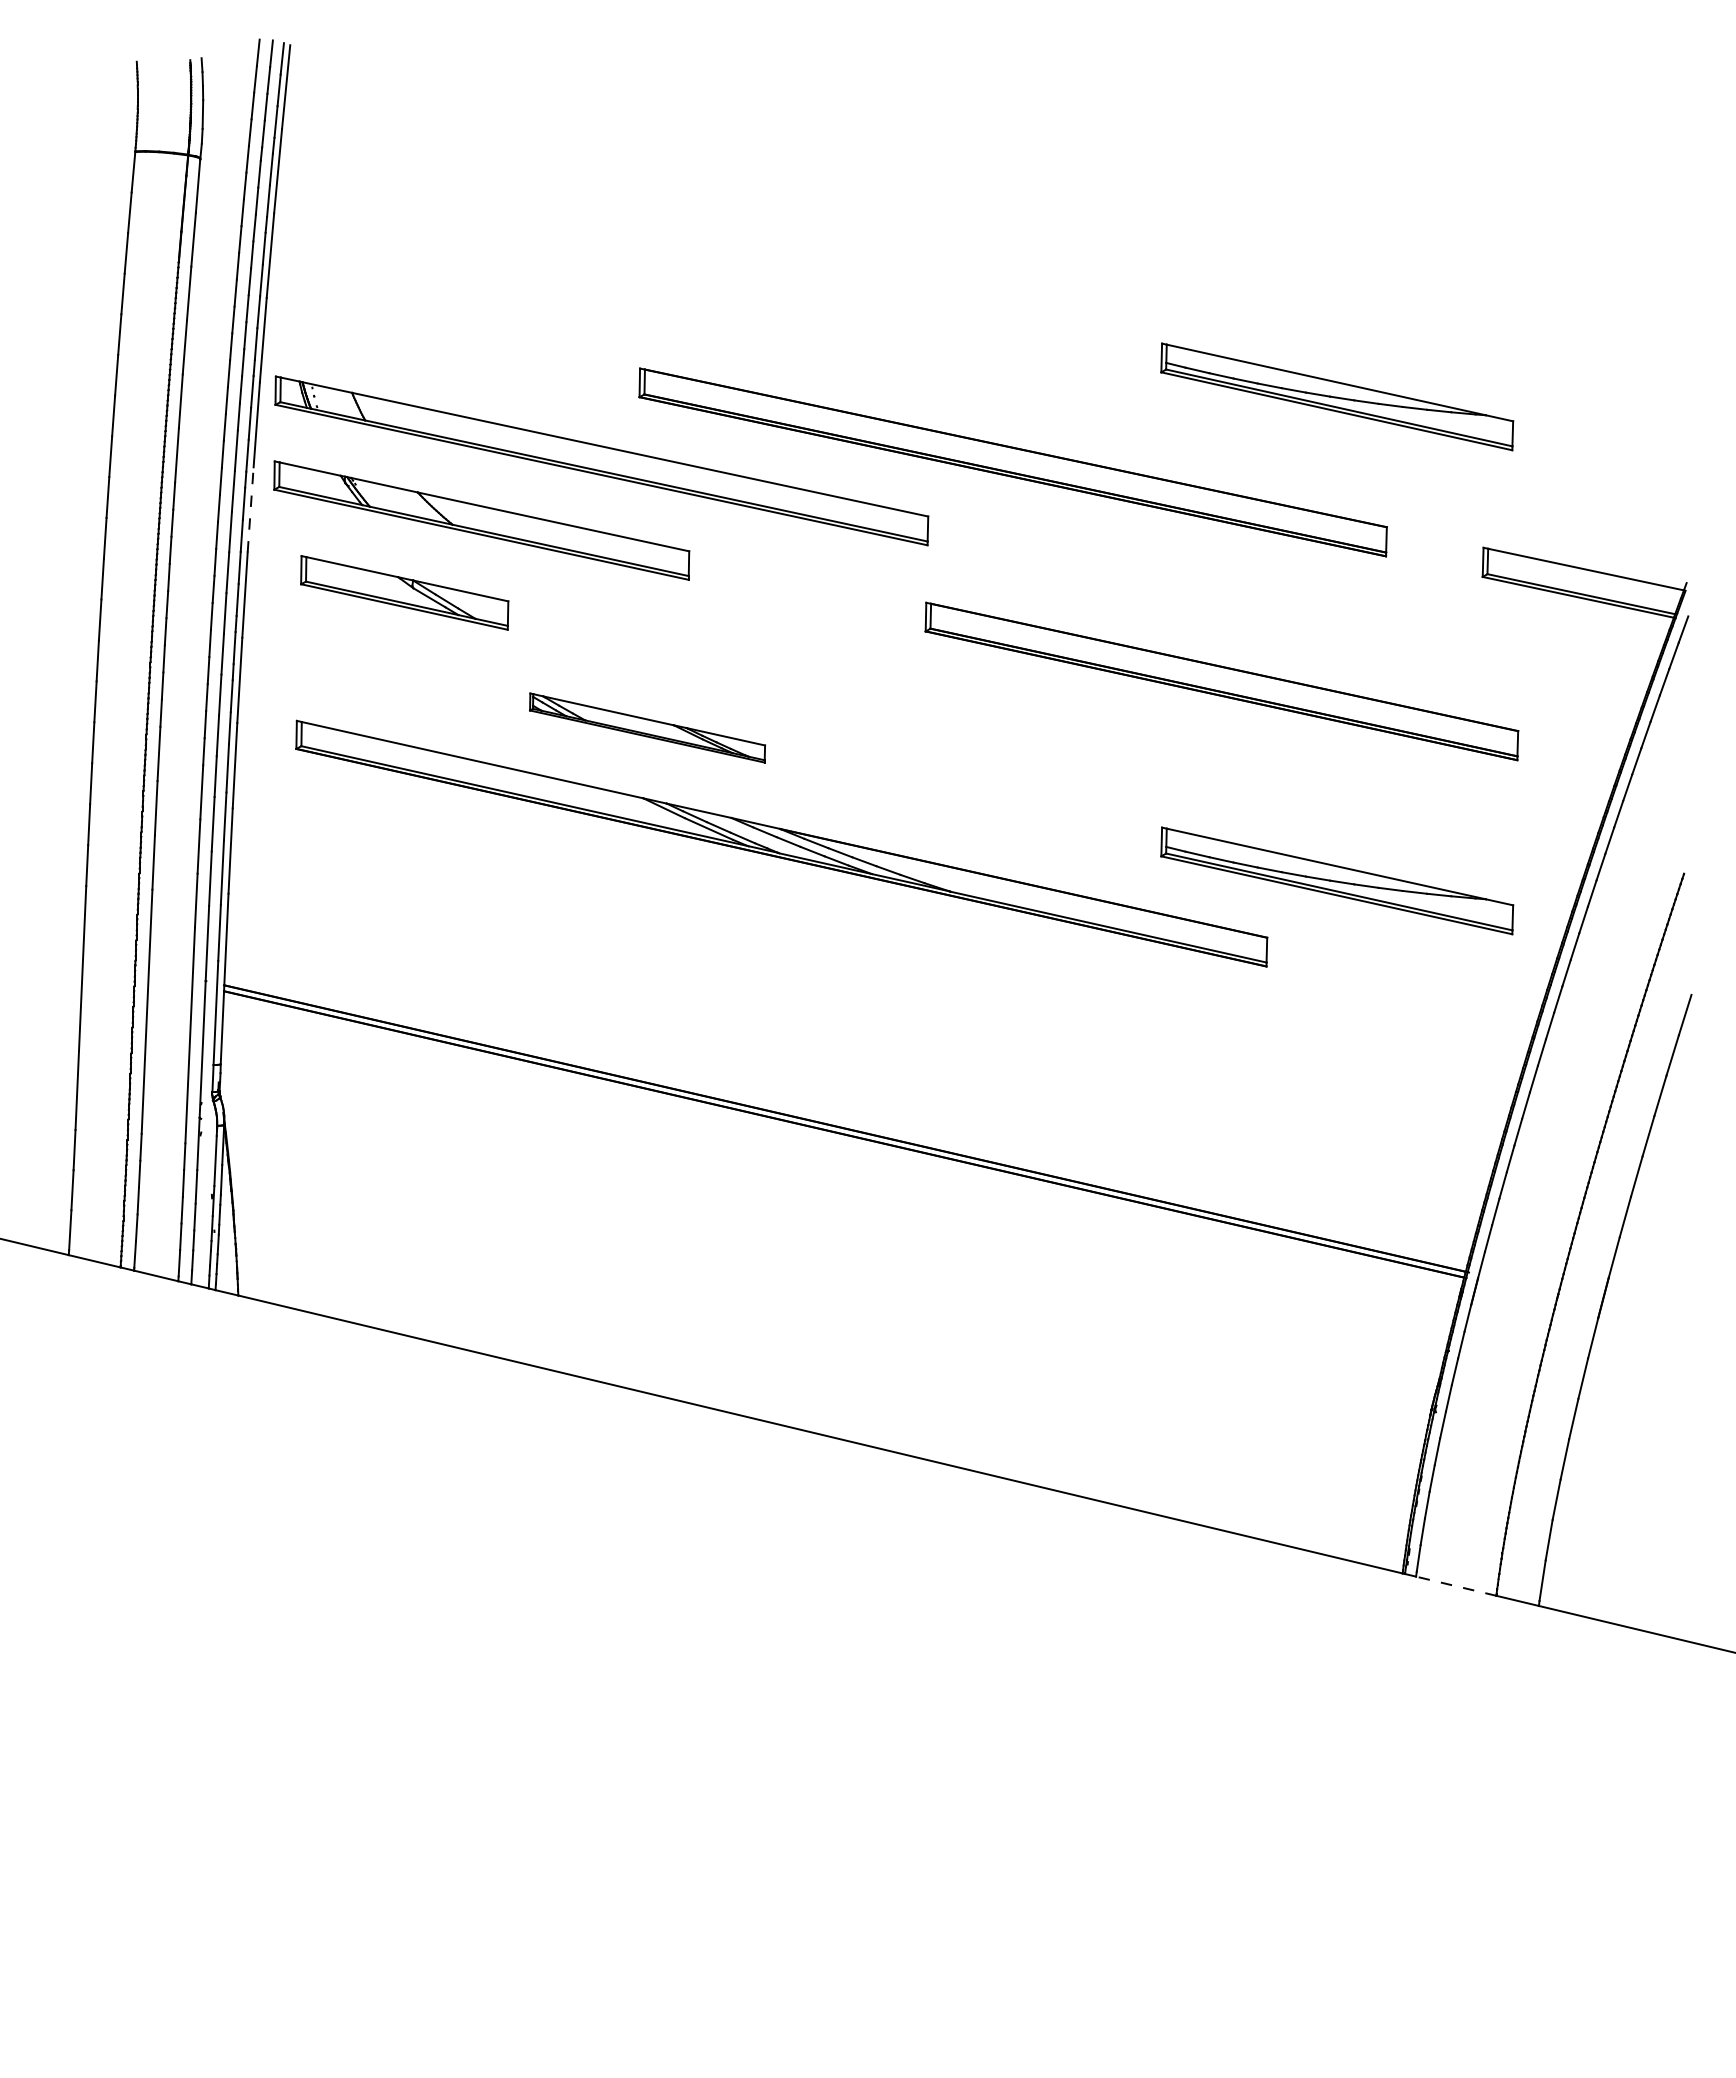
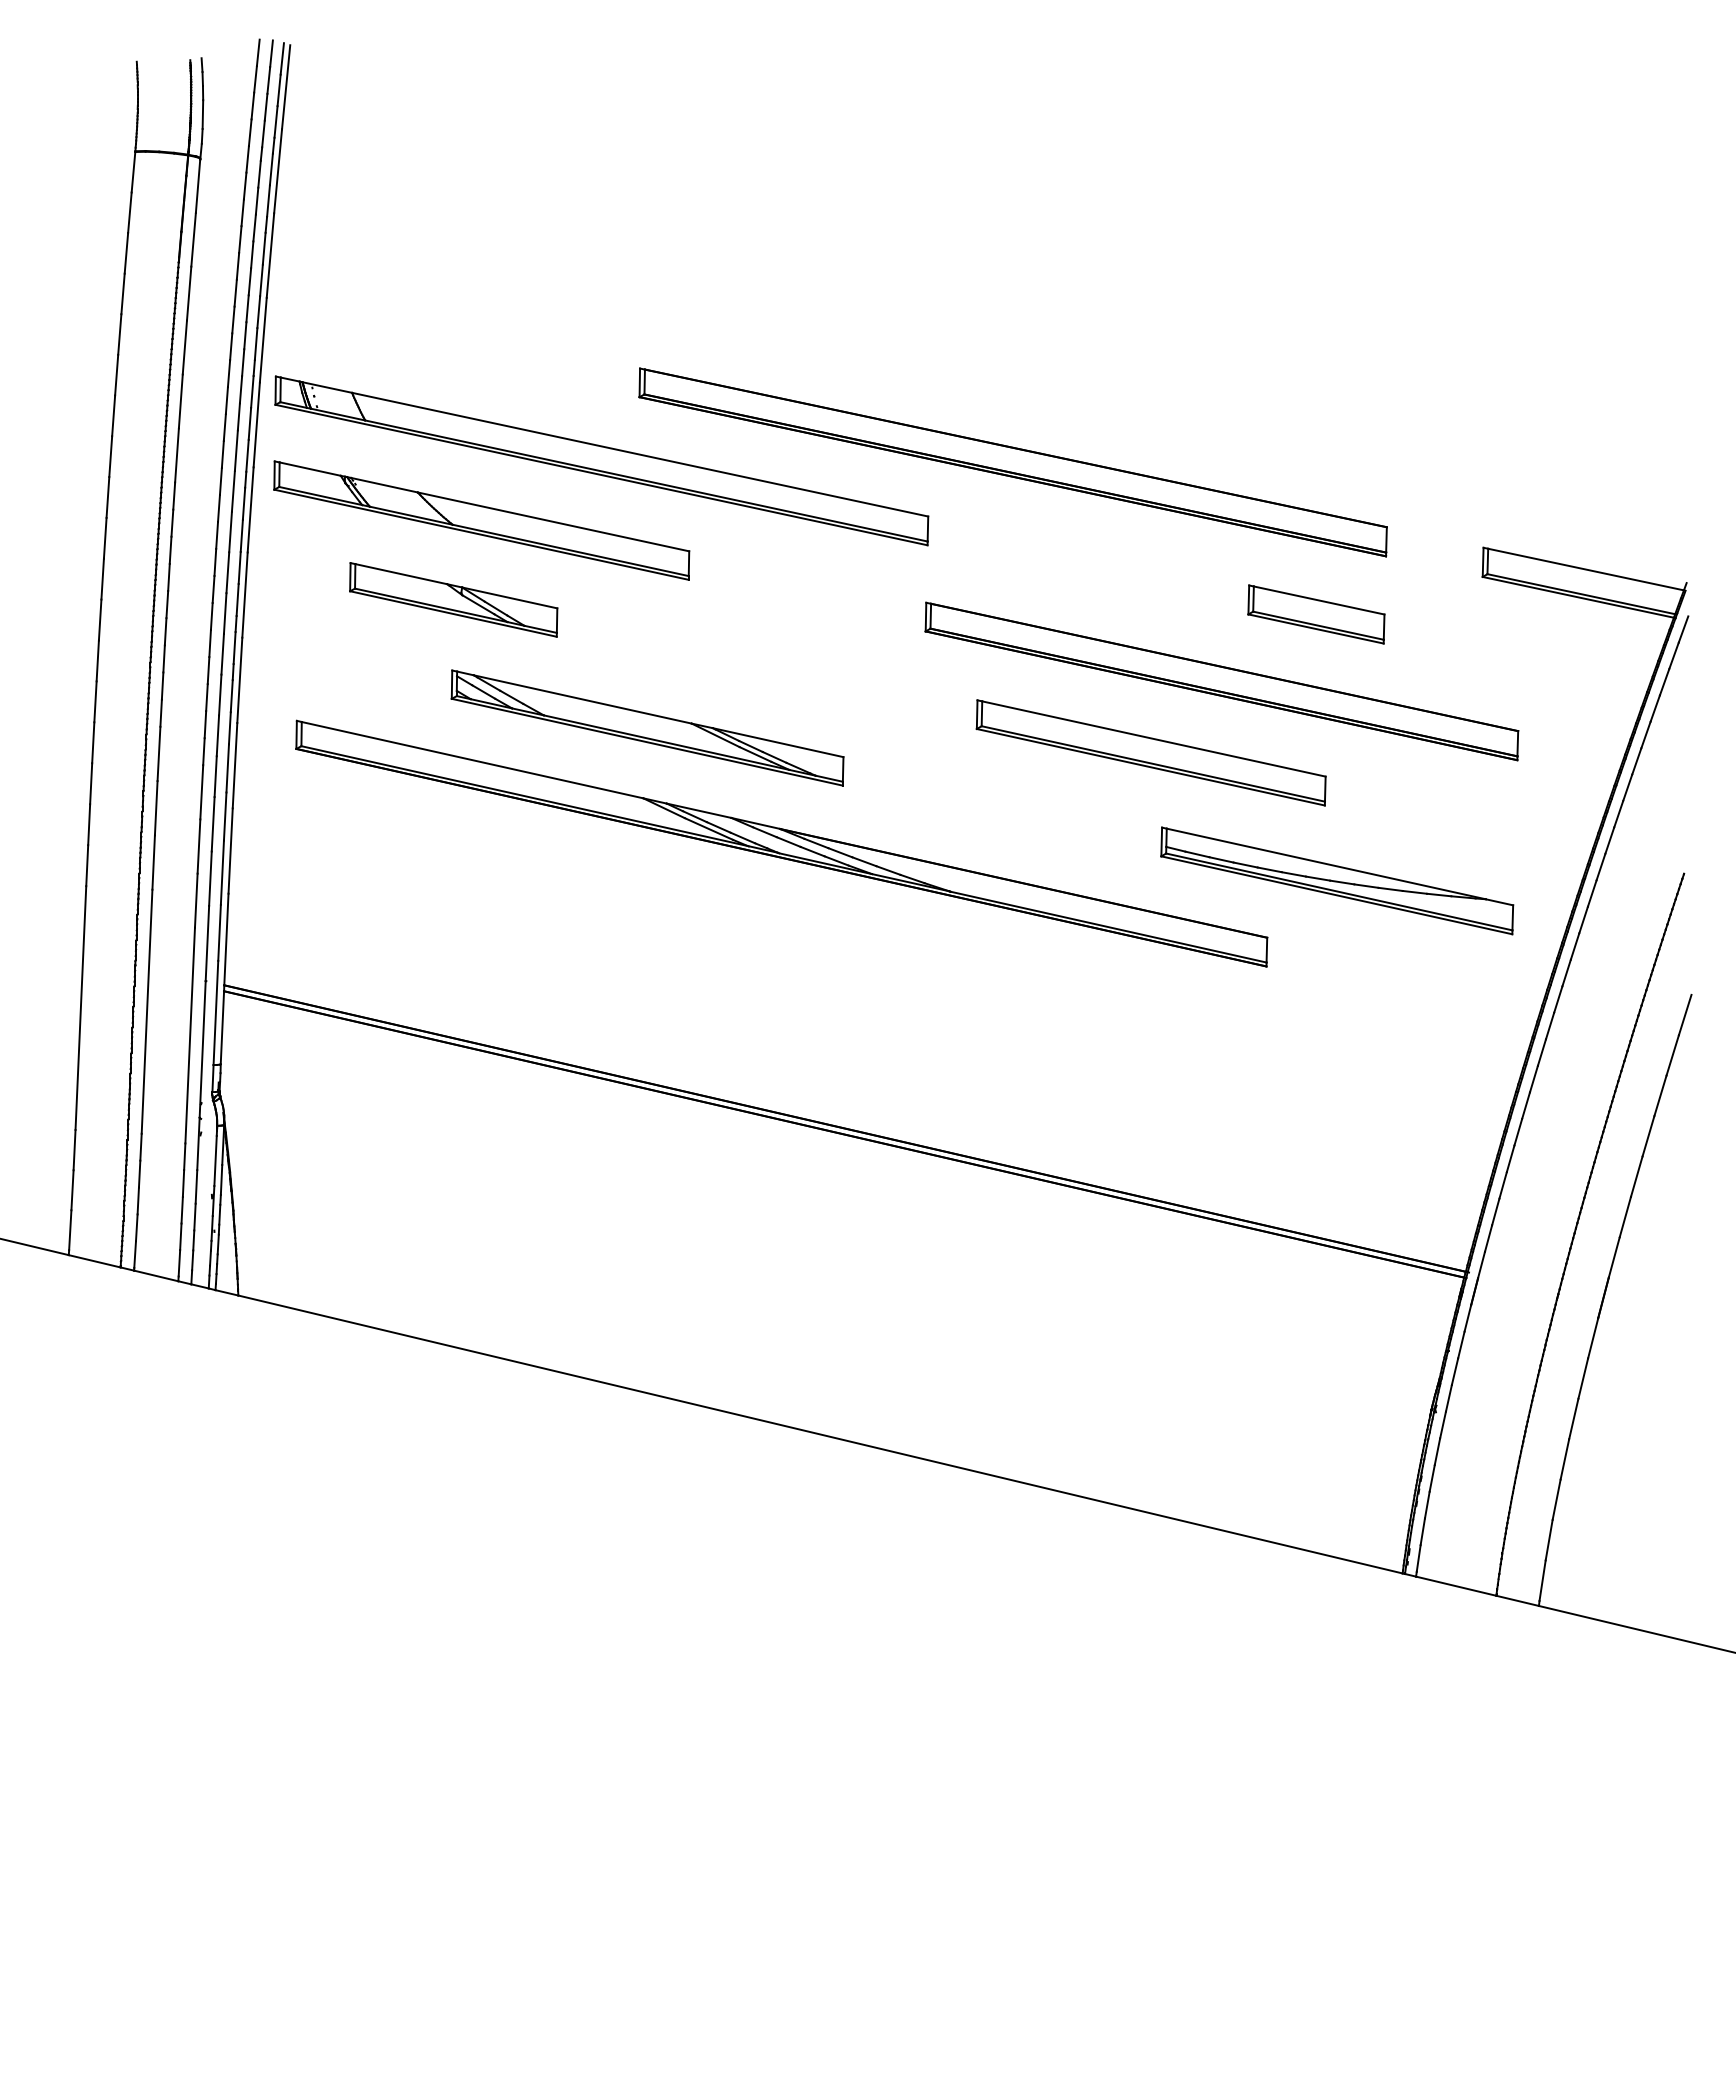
part at (1337, 396): present -> none
line at (250, 509): dashed -> solid
part at (404, 592) position: (404, 592) -> (453, 599)
part at (1316, 614): none -> present
part at (647, 727) size: 237x72 px -> 395x118 px
part at (1150, 752): none -> present
line at (1455, 1586): dashed -> solid
